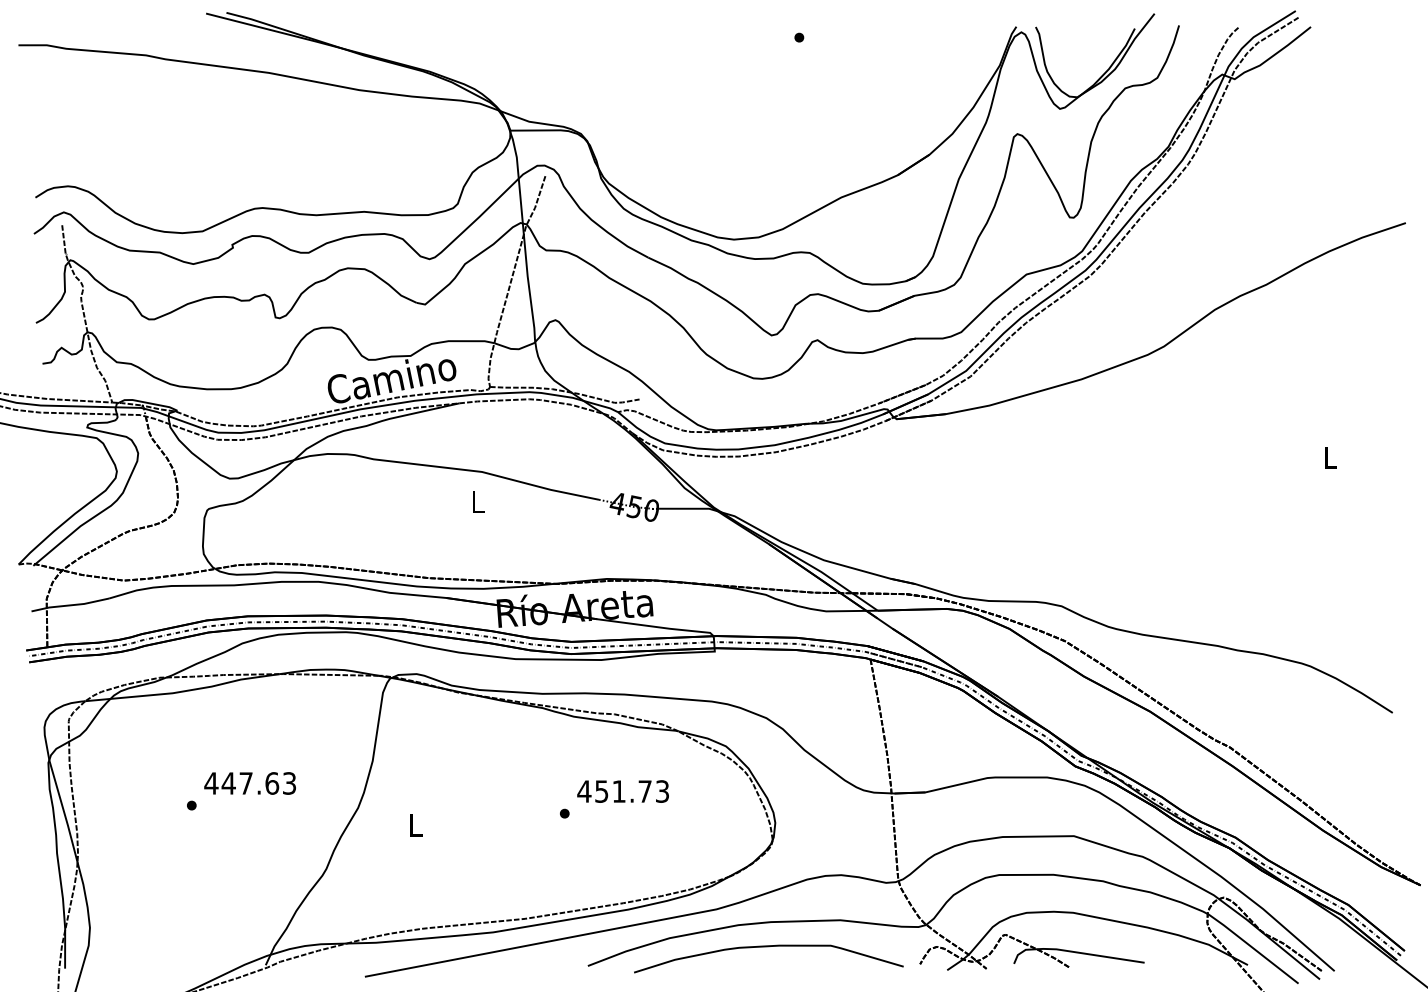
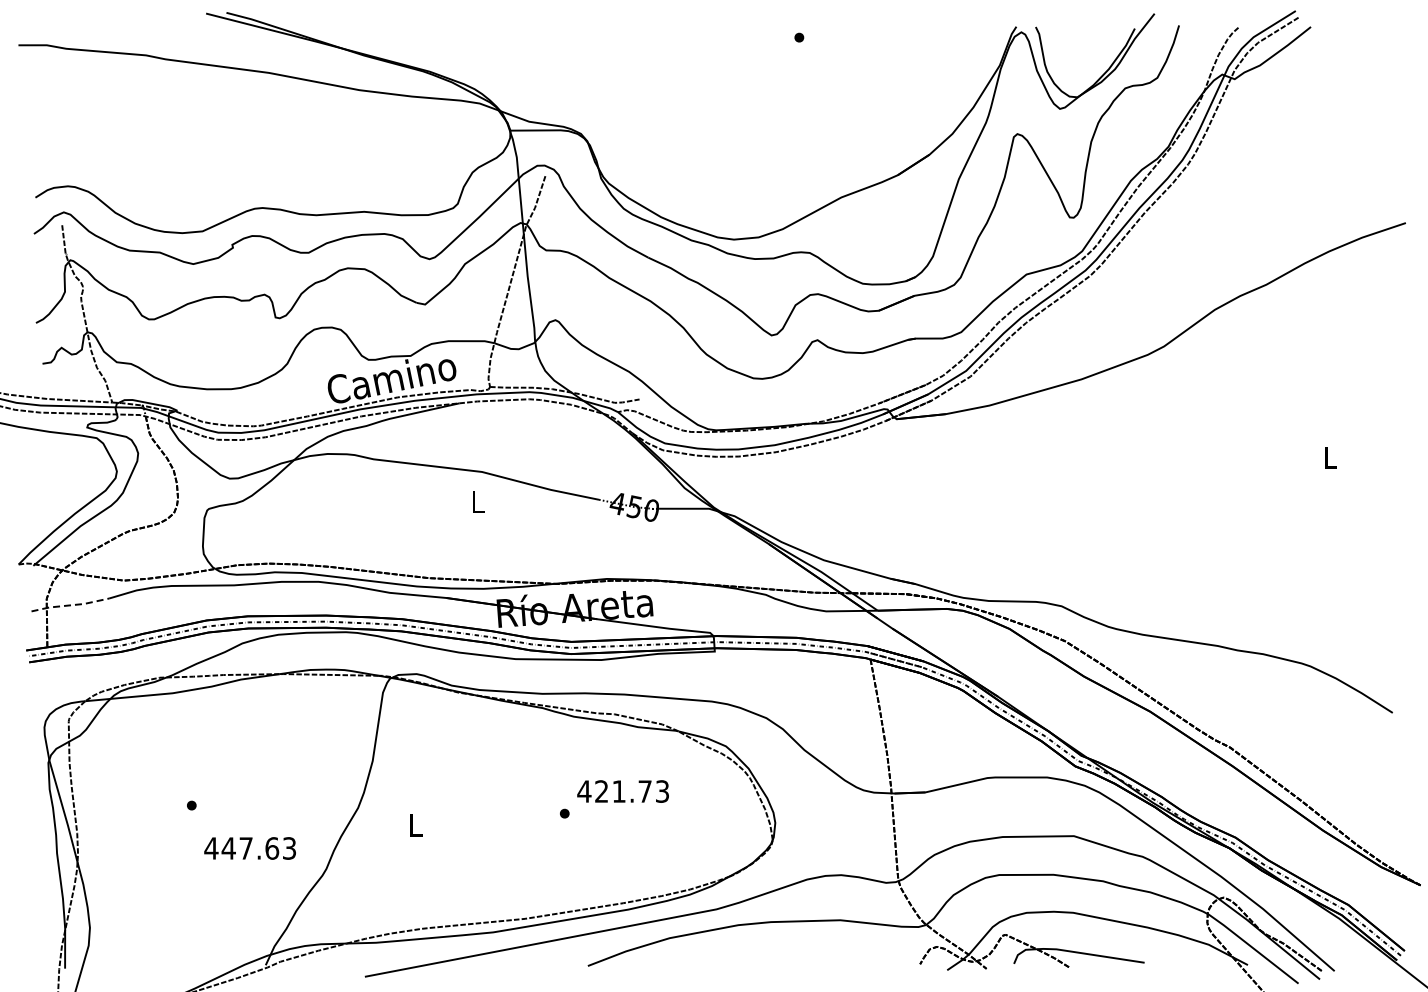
line at (70, 605): solid -> dashed
text at (249, 783) position: (249, 783) -> (249, 848)
text at (601, 791): 451.73 -> 421.73
curve at (768, 947): present -> none
